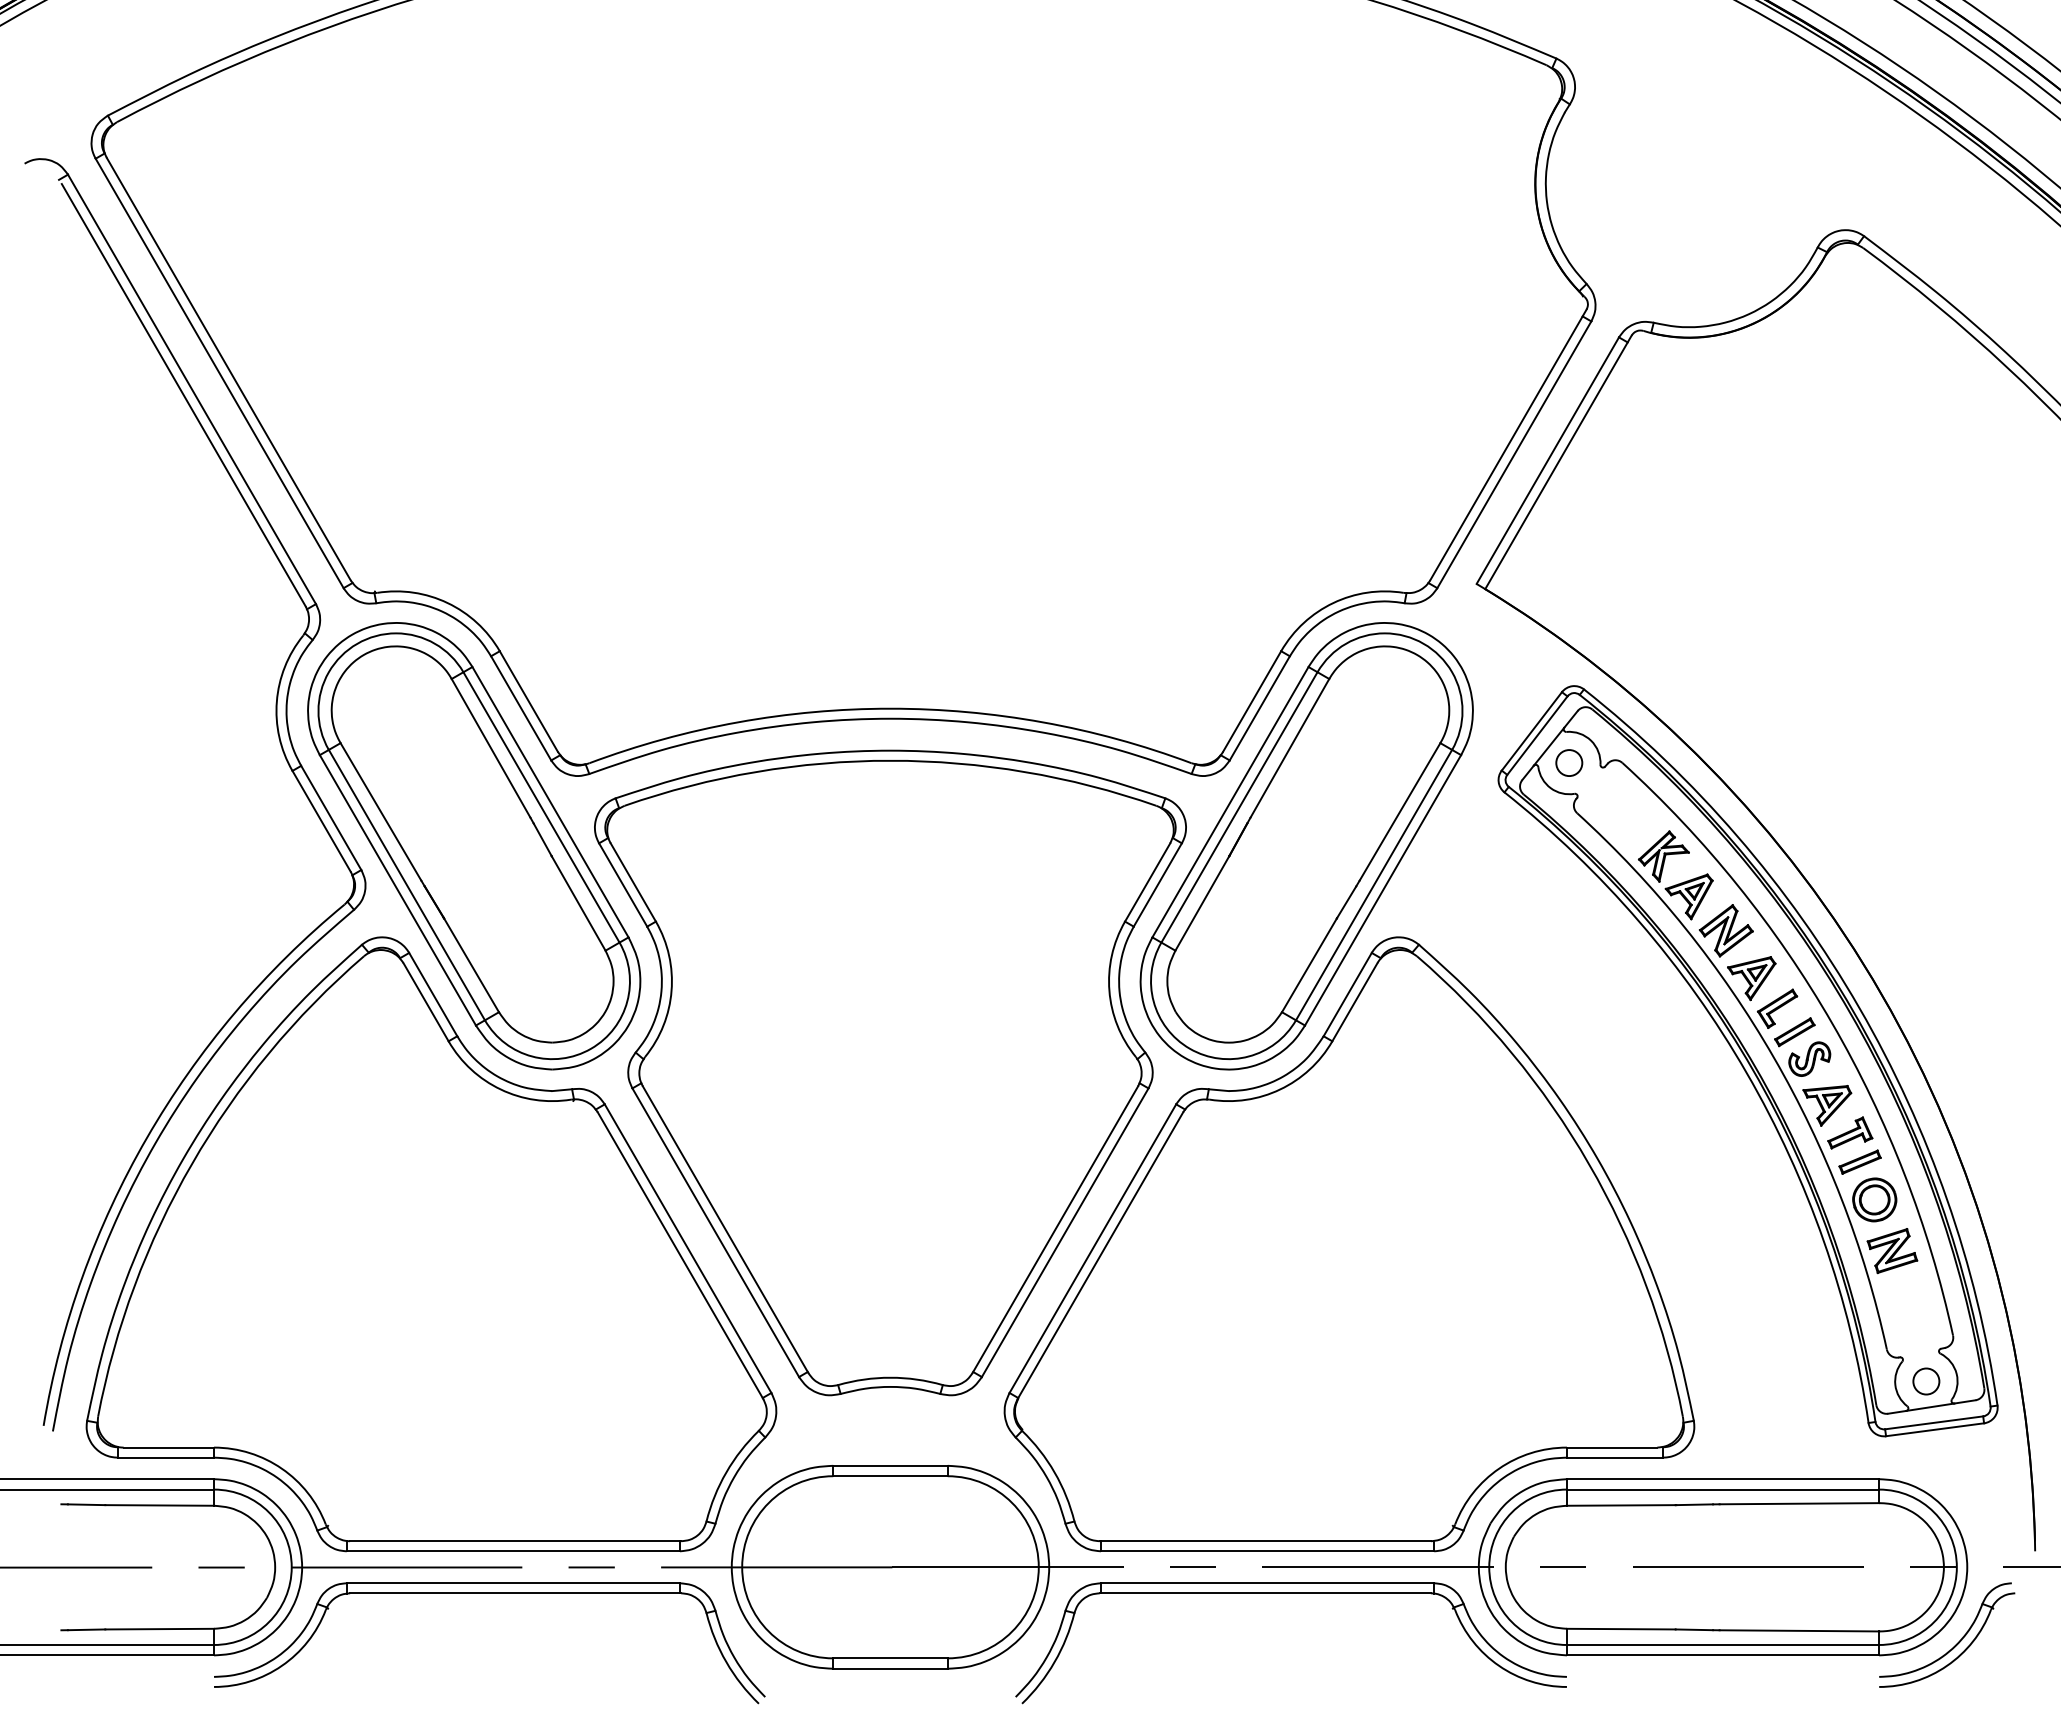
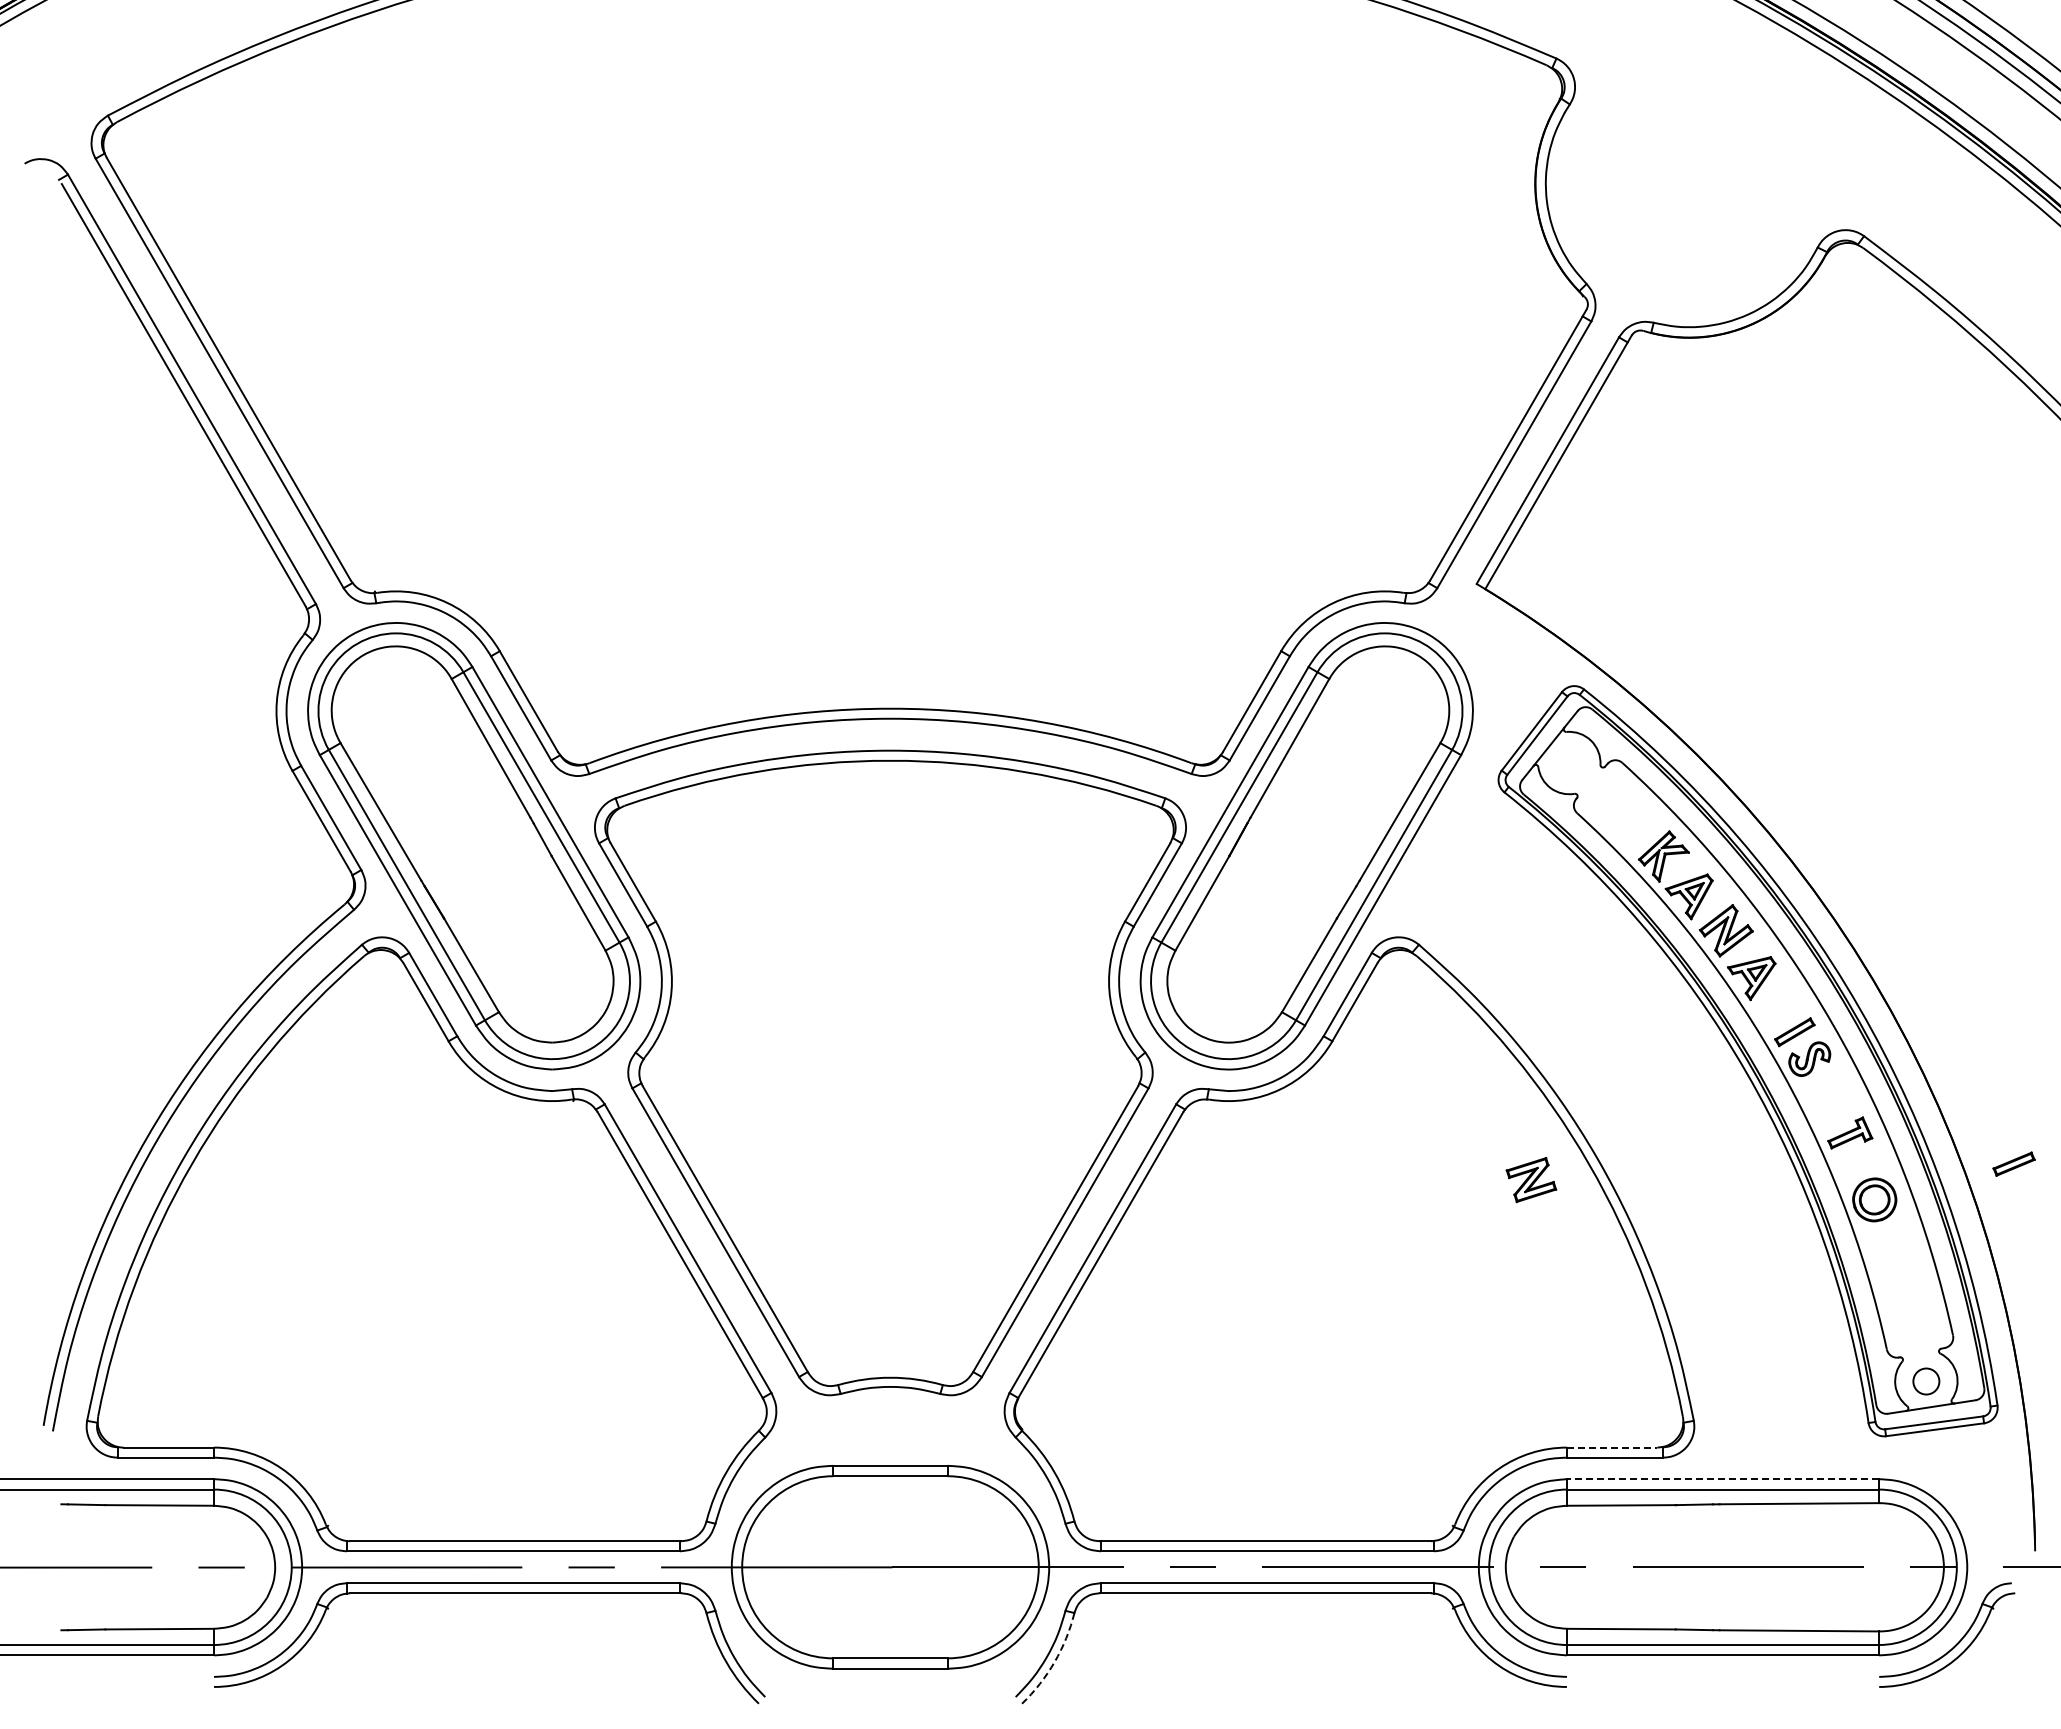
circle at (1569, 762): present -> none
part at (1777, 1008): present -> none
part at (1827, 1105): present -> none
part at (1859, 1161) position: (1859, 1161) -> (2013, 1163)
part at (1892, 1251) position: (1892, 1251) -> (1531, 1180)
line at (1612, 1447): solid -> dashed
line at (1722, 1479): solid -> dashed
arc at (1054, 1662): solid -> dashed
